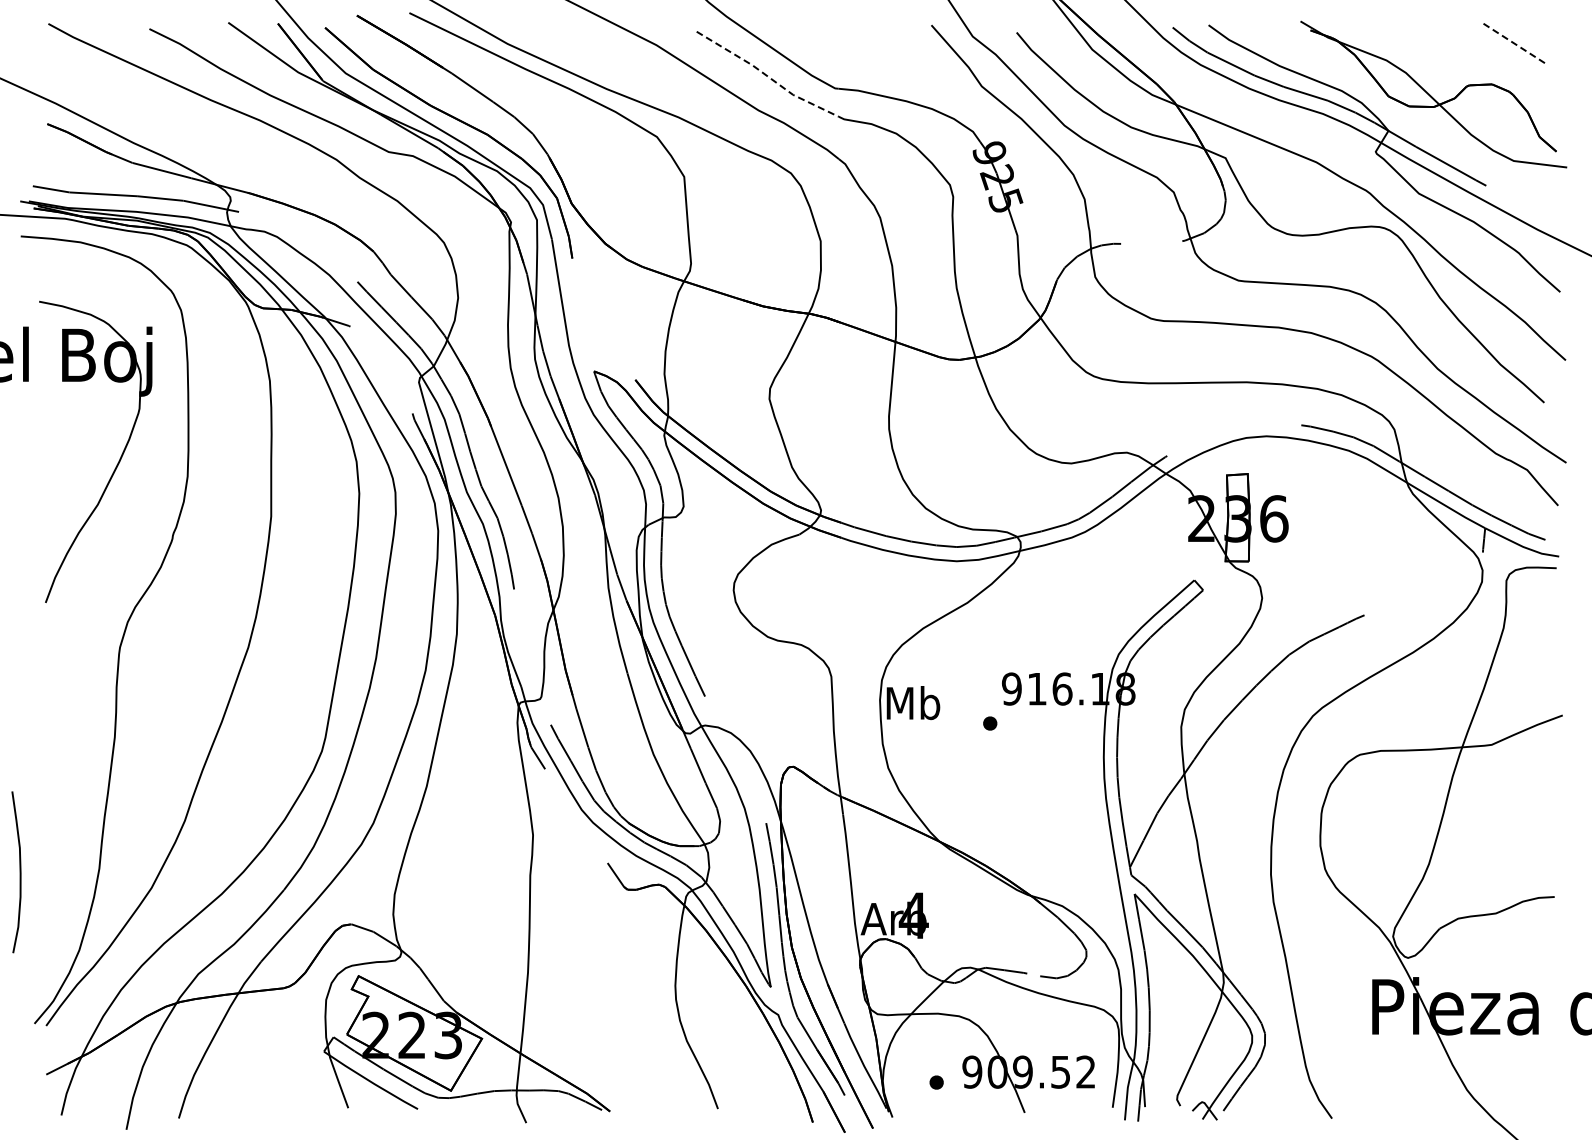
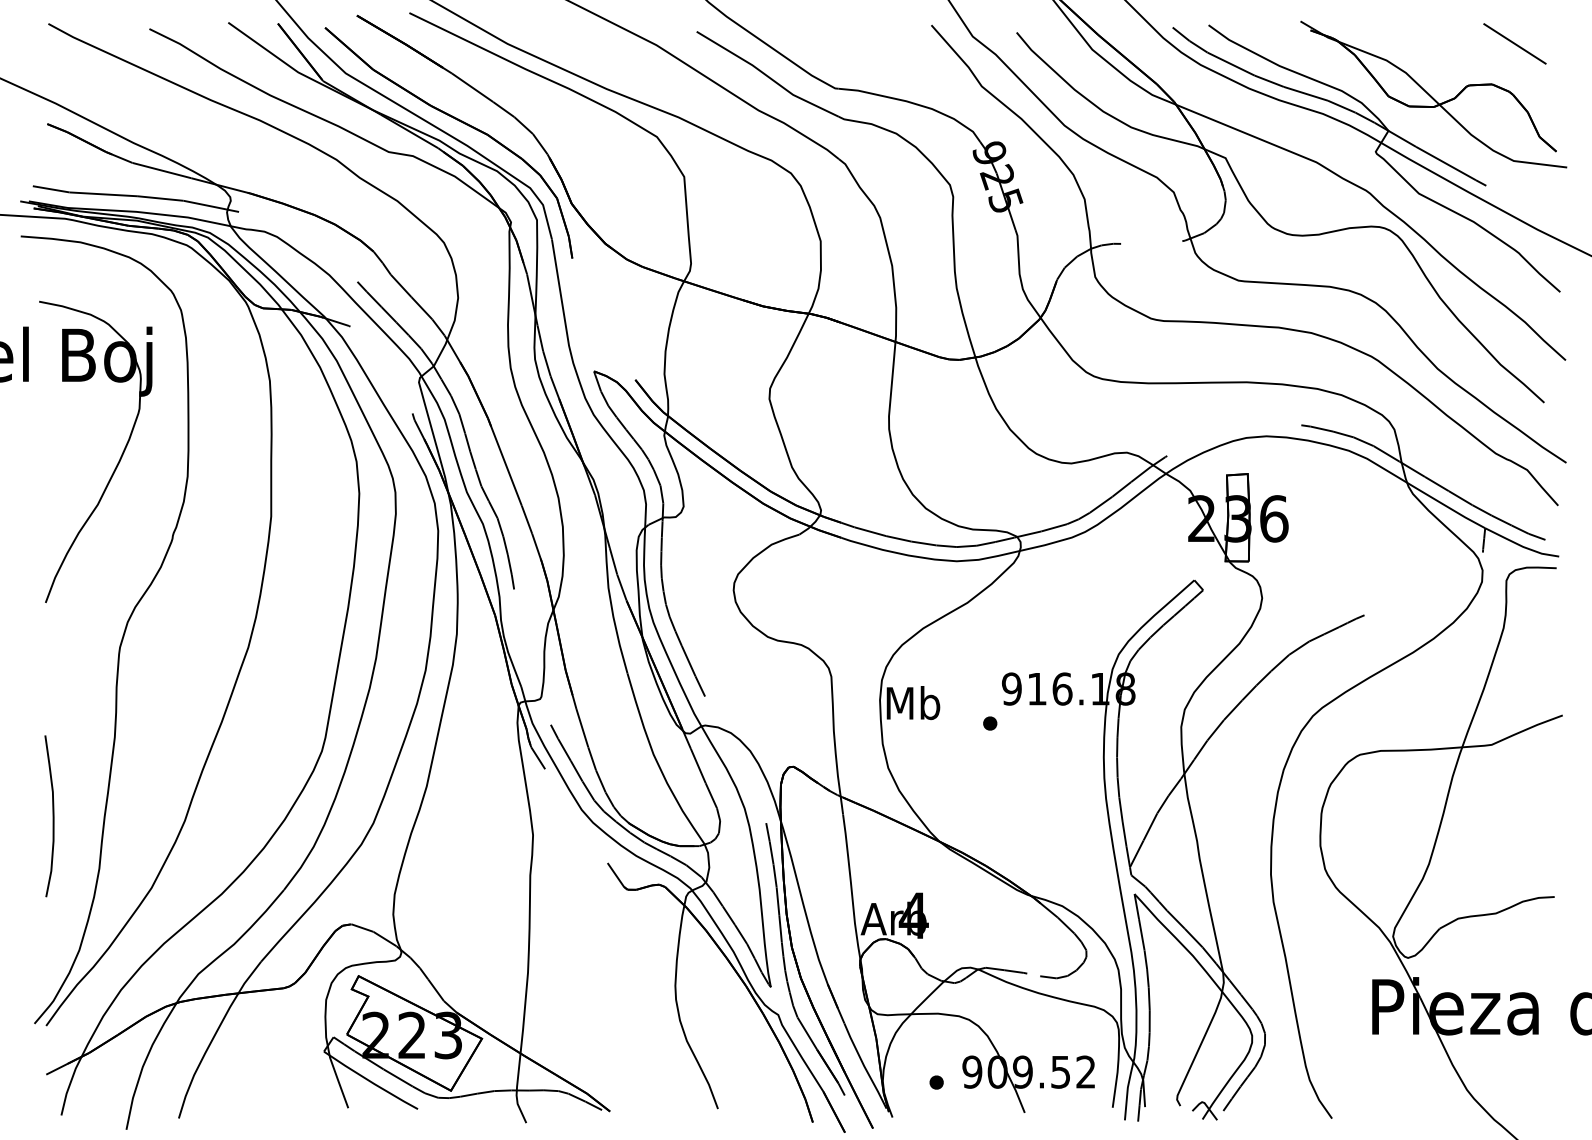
line at (1515, 44): dashed -> solid
line at (766, 75): dashed -> solid
curve at (19, 872) position: (19, 872) -> (52, 816)
